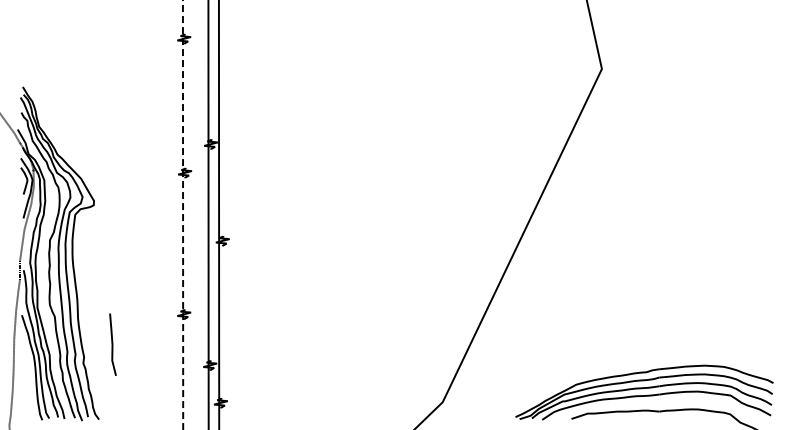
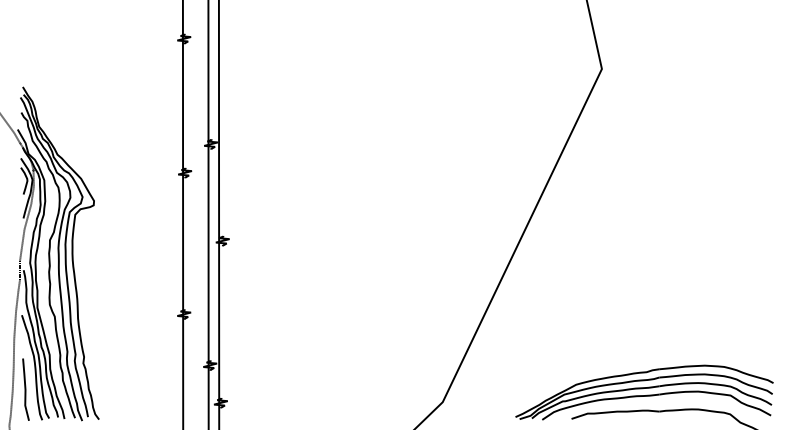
line at (183, 214): dashed -> solid
line at (112, 344) position: (112, 344) -> (25, 389)
